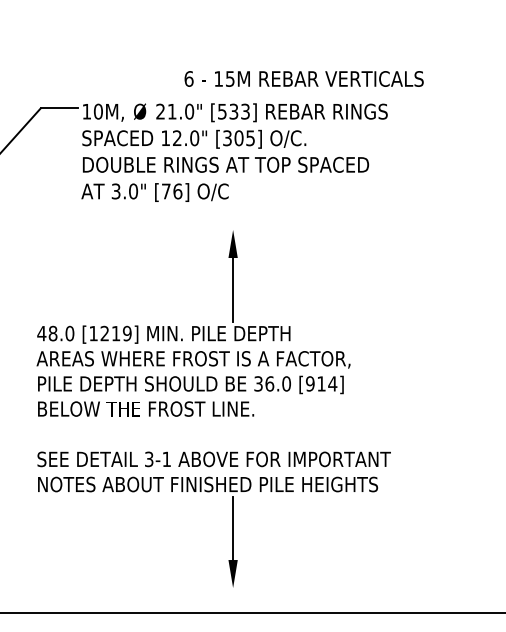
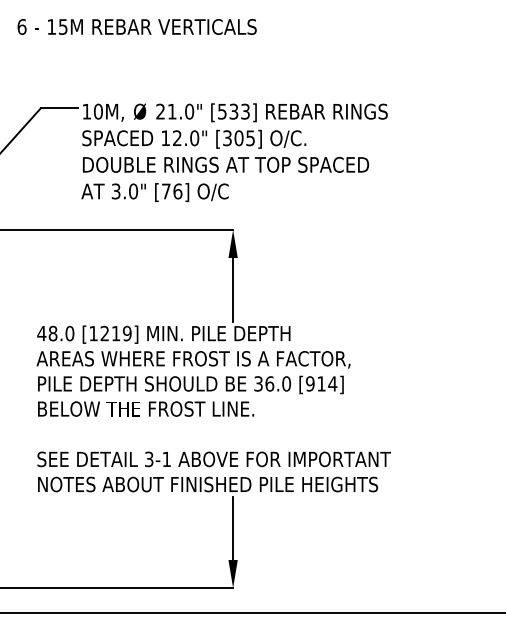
text at (303, 78) position: (303, 78) -> (136, 26)
line at (117, 229): none -> present
line at (117, 588): none -> present
